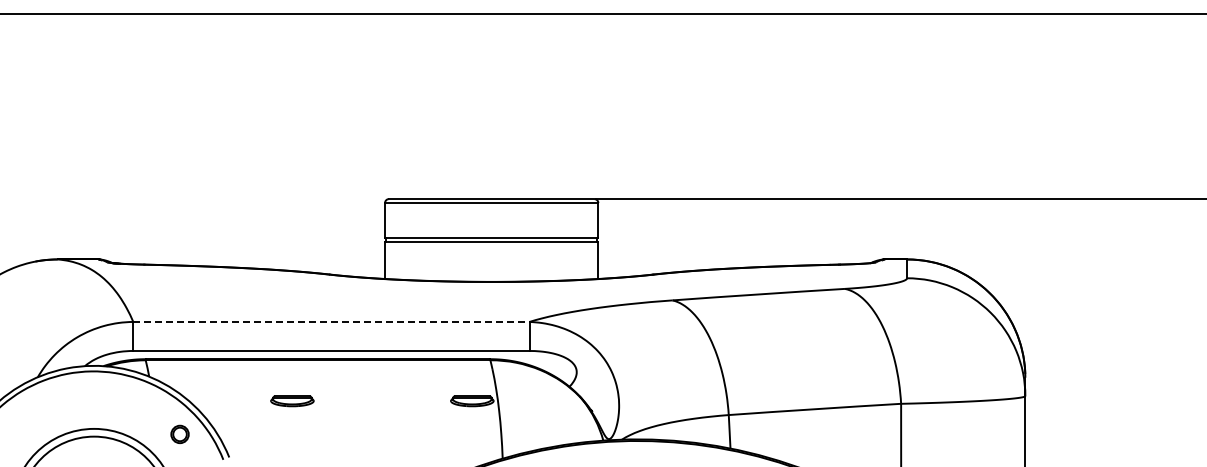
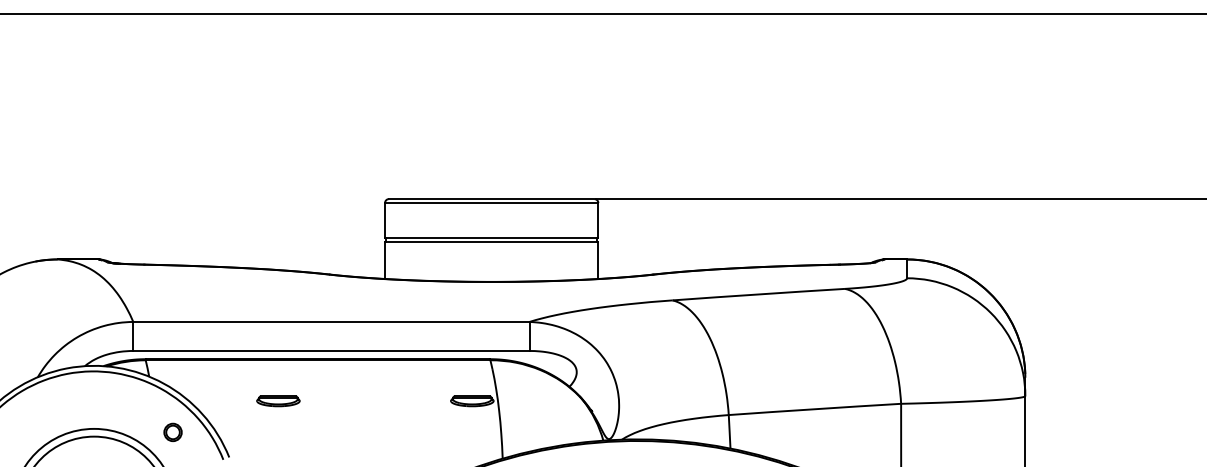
line at (331, 321): dashed -> solid
part at (292, 401) position: (292, 401) -> (278, 401)
part at (179, 433) position: (179, 433) -> (172, 431)
